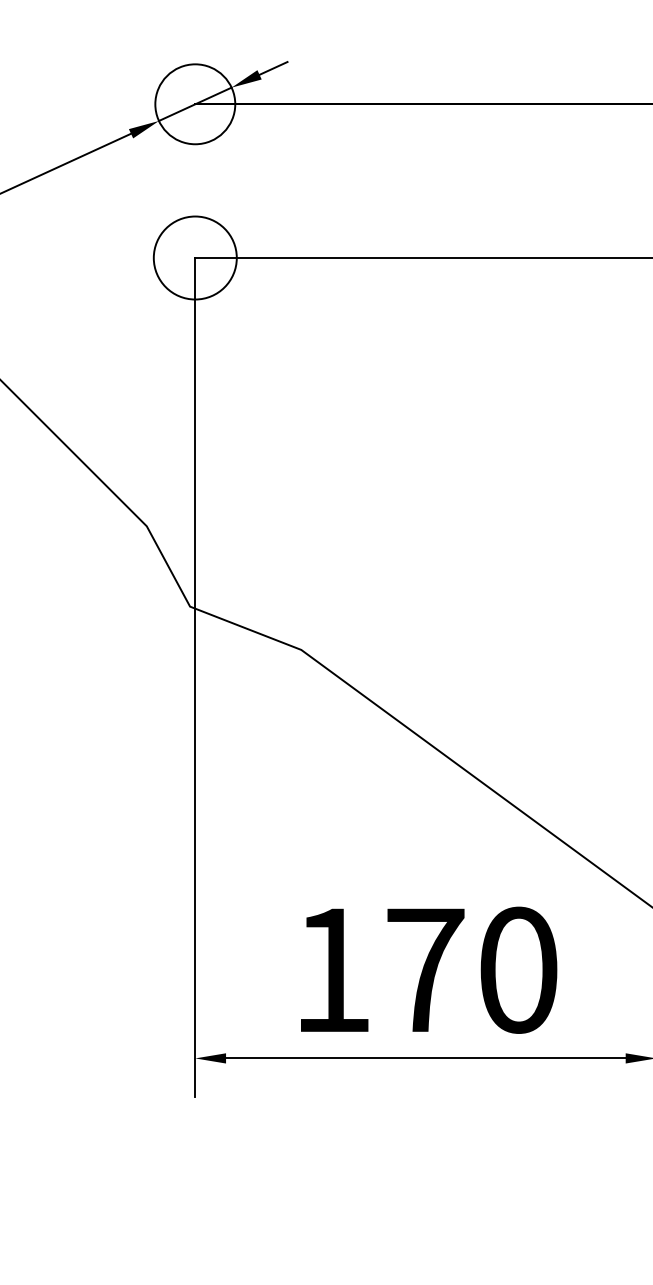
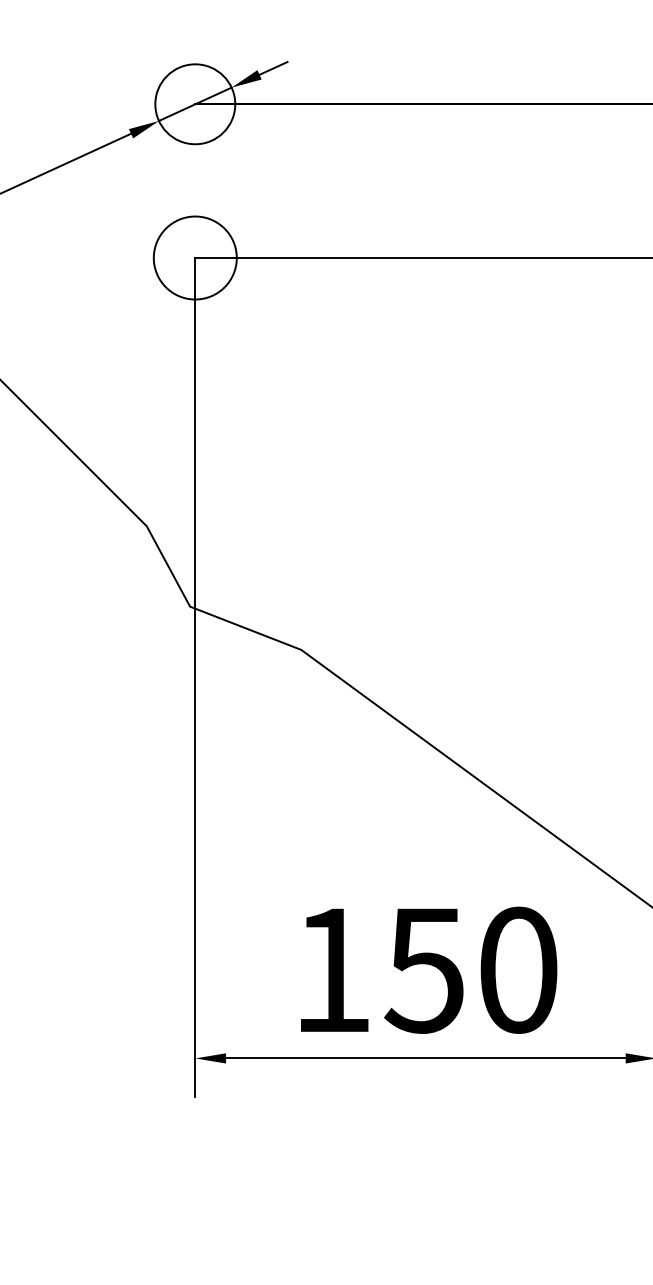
text at (424, 970): 170 -> 150
